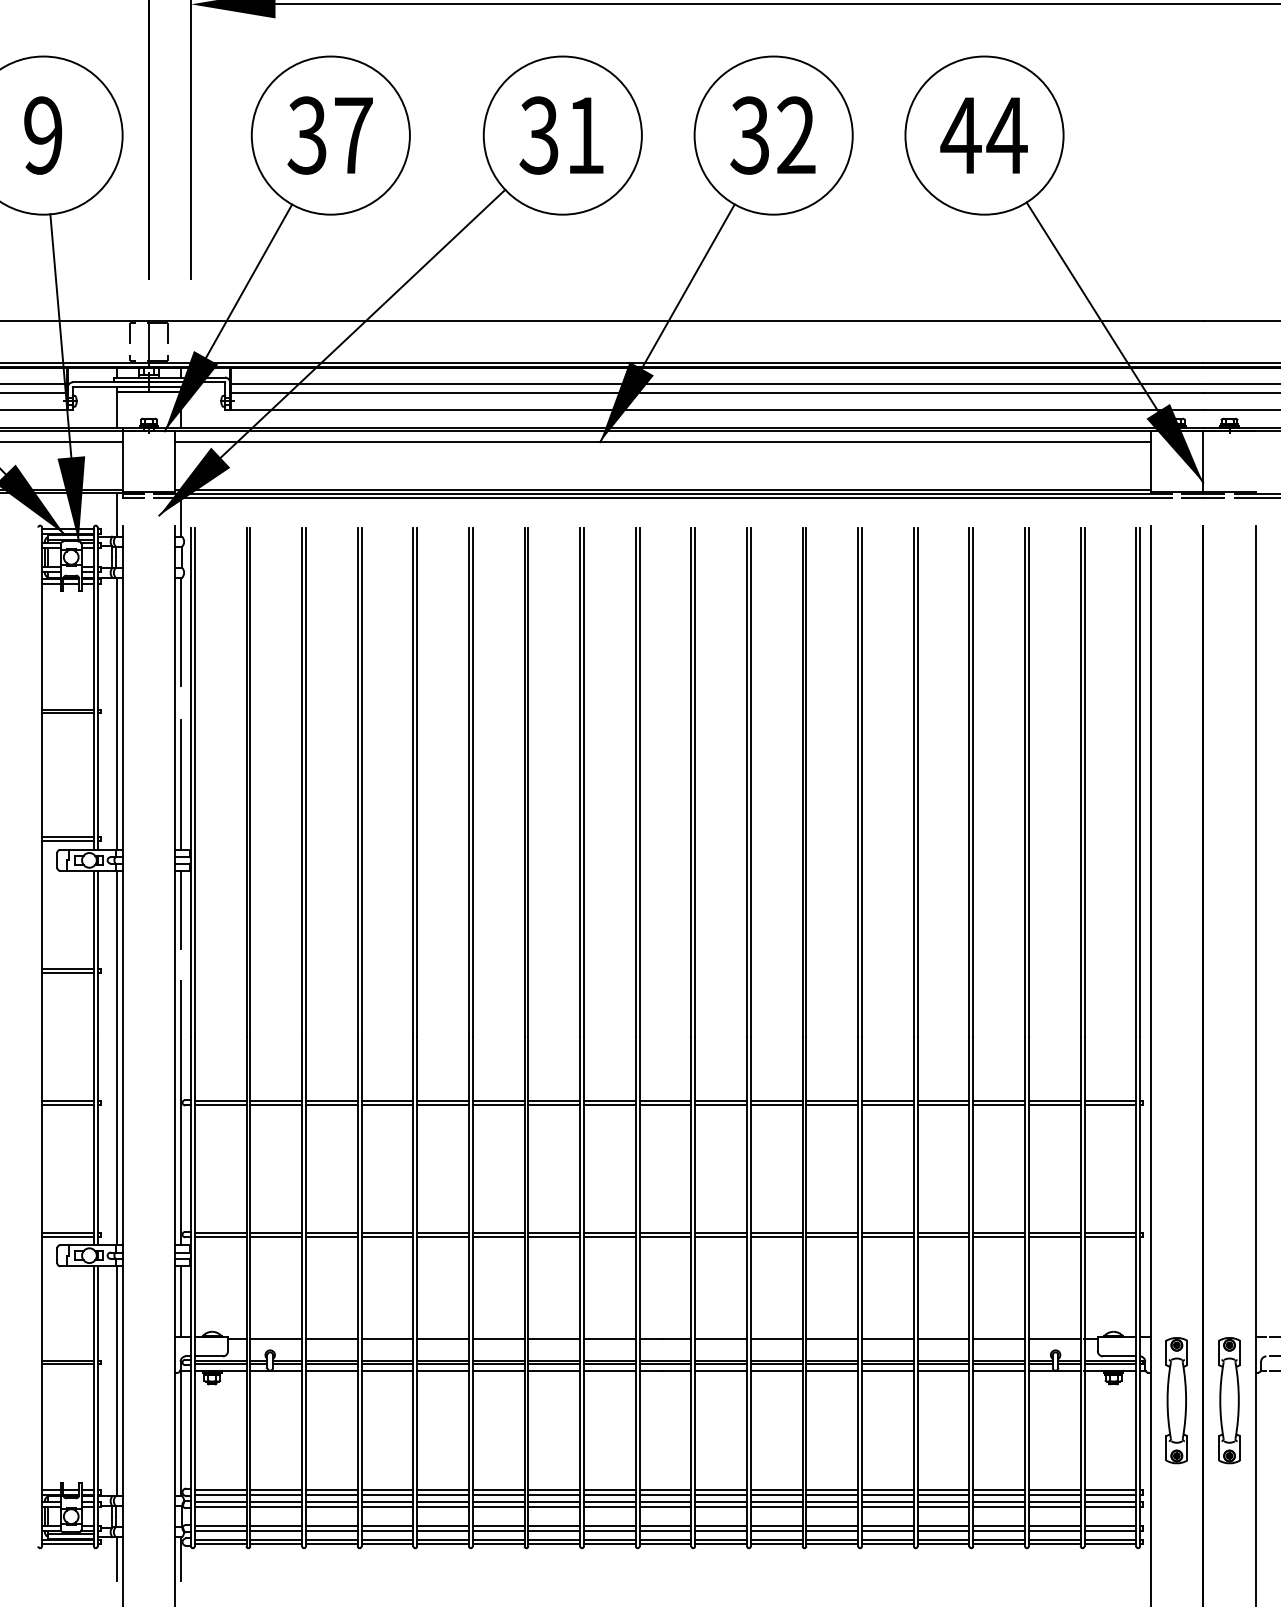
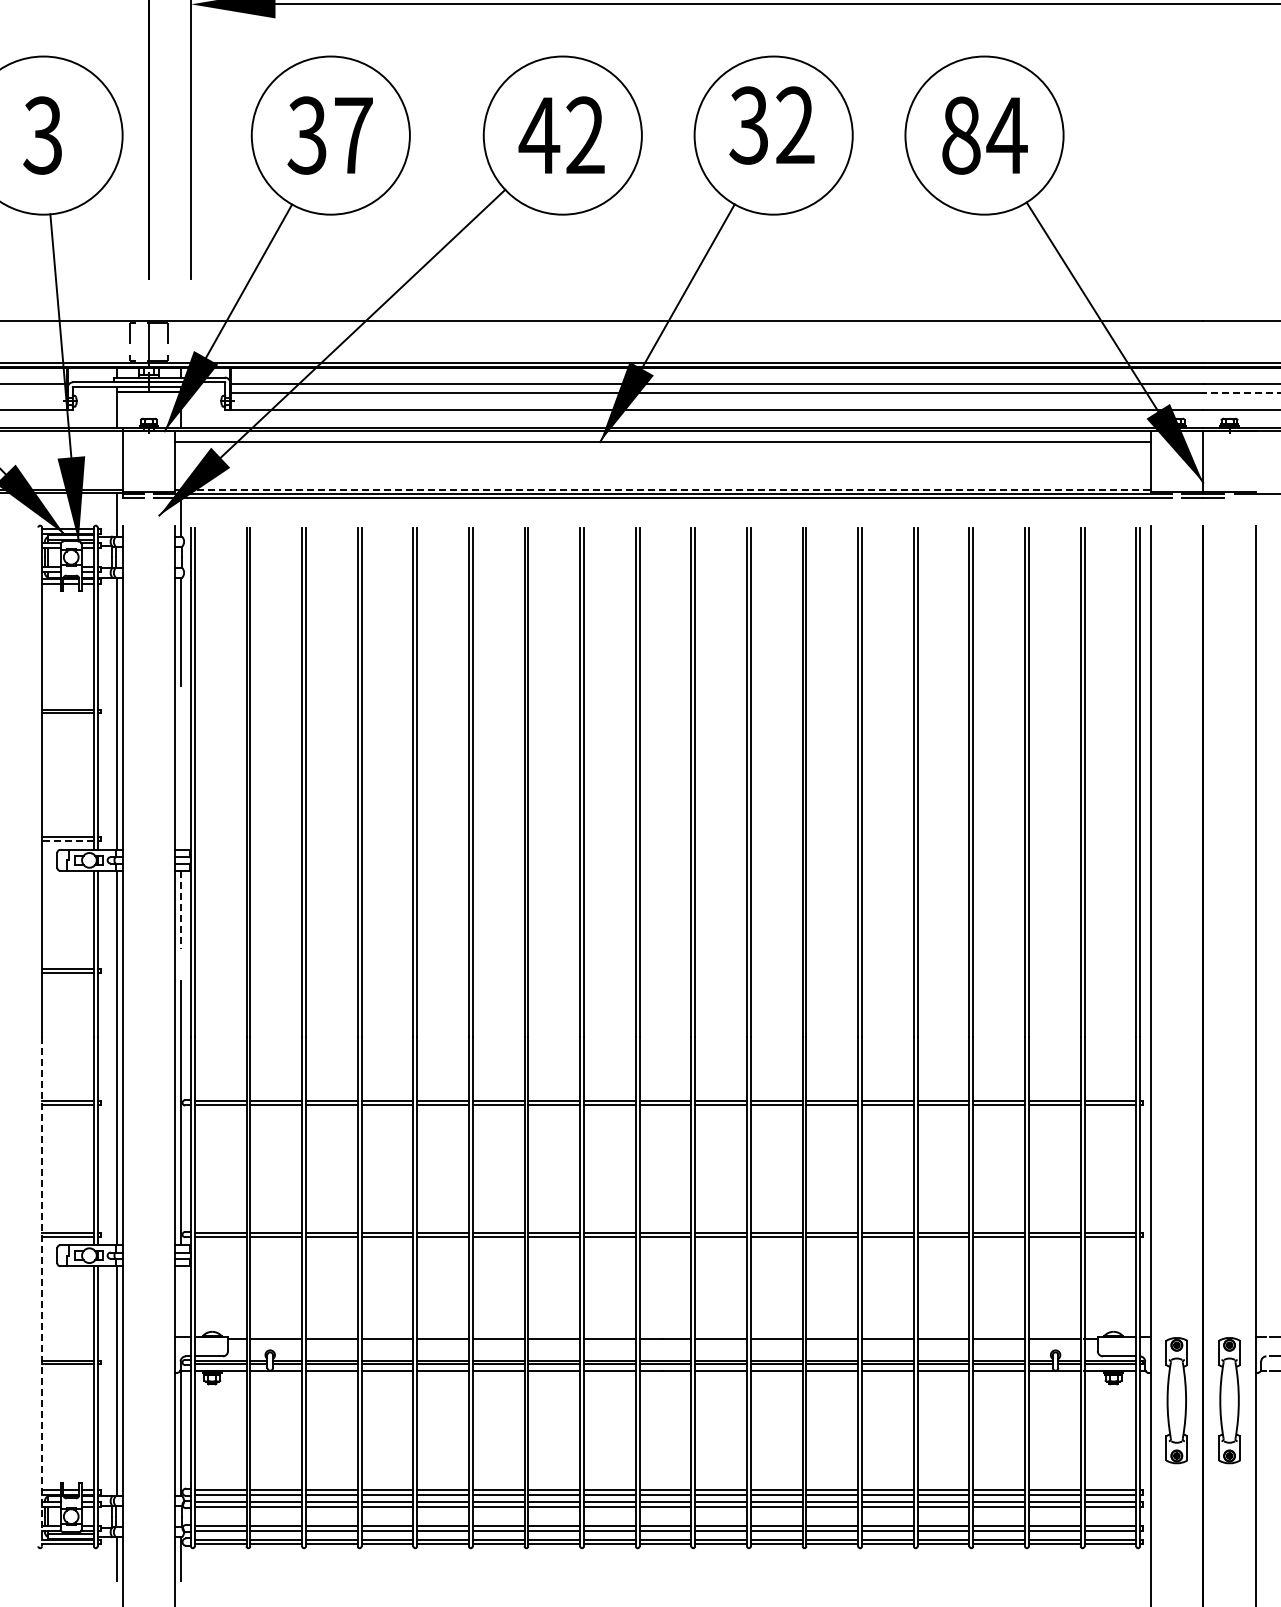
text at (42, 135): 9 -> 3
text at (561, 135): 31 -> 42
text at (772, 135) position: (772, 135) -> (771, 125)
text at (960, 135): 44 -> 84
line at (34, 393): present -> none
line at (1241, 393): solid -> dashed
line at (62, 442): present -> none
line at (662, 489): solid -> dashed
line at (1255, 497): present -> none
line at (180, 784): present -> none
line at (67, 841): solid -> dashed
line at (180, 910): solid -> dashed
line at (42, 1291): solid -> dashed
line at (180, 1301): present -> none
